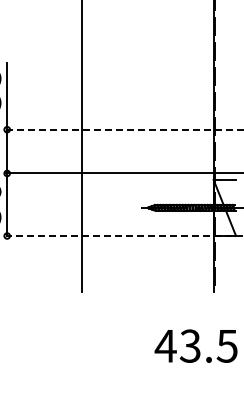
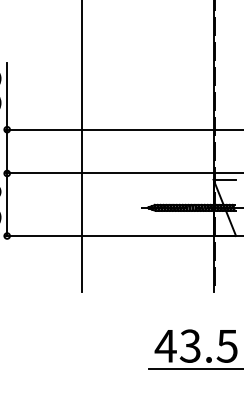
line at (124, 129): dashed -> solid
line at (124, 236): dashed -> solid
line at (194, 368): none -> present
